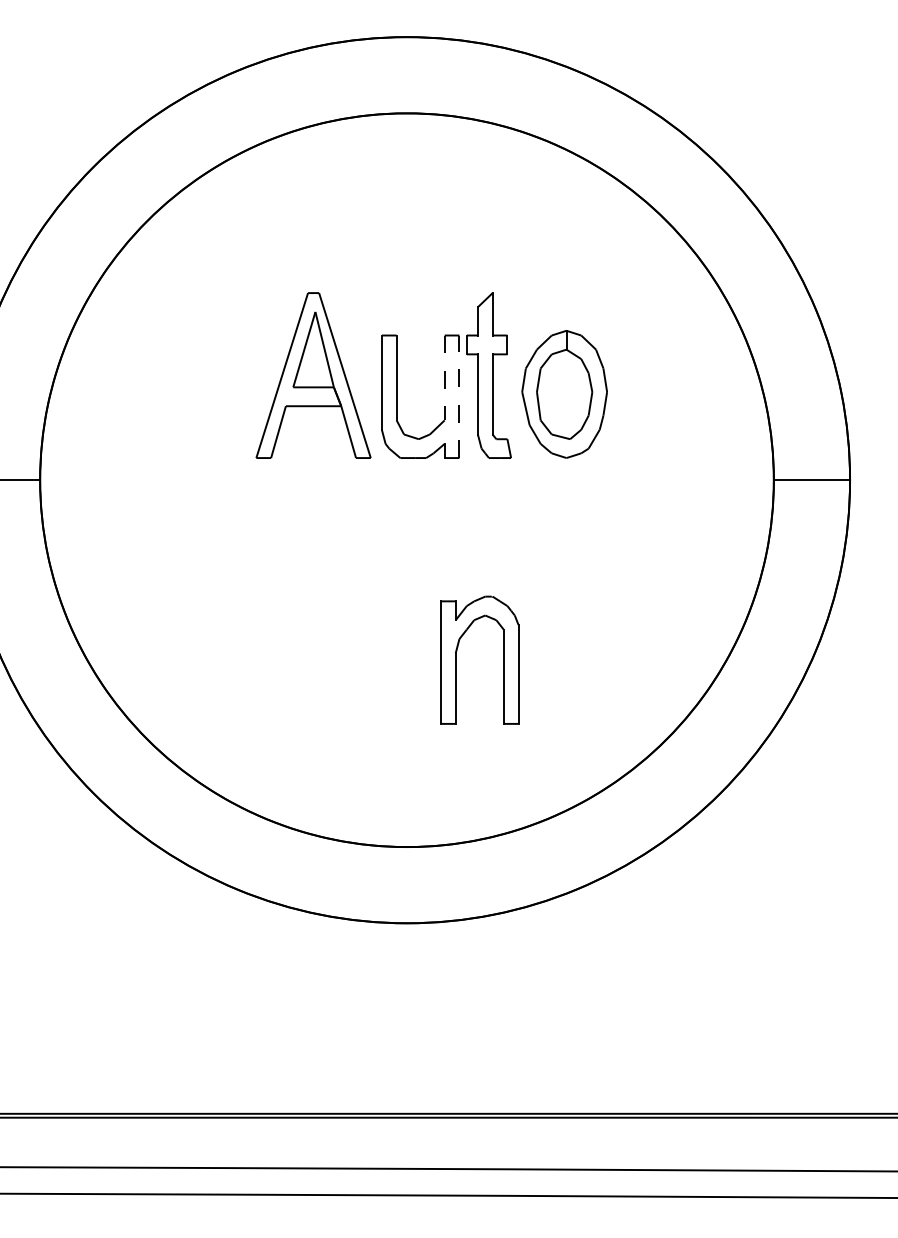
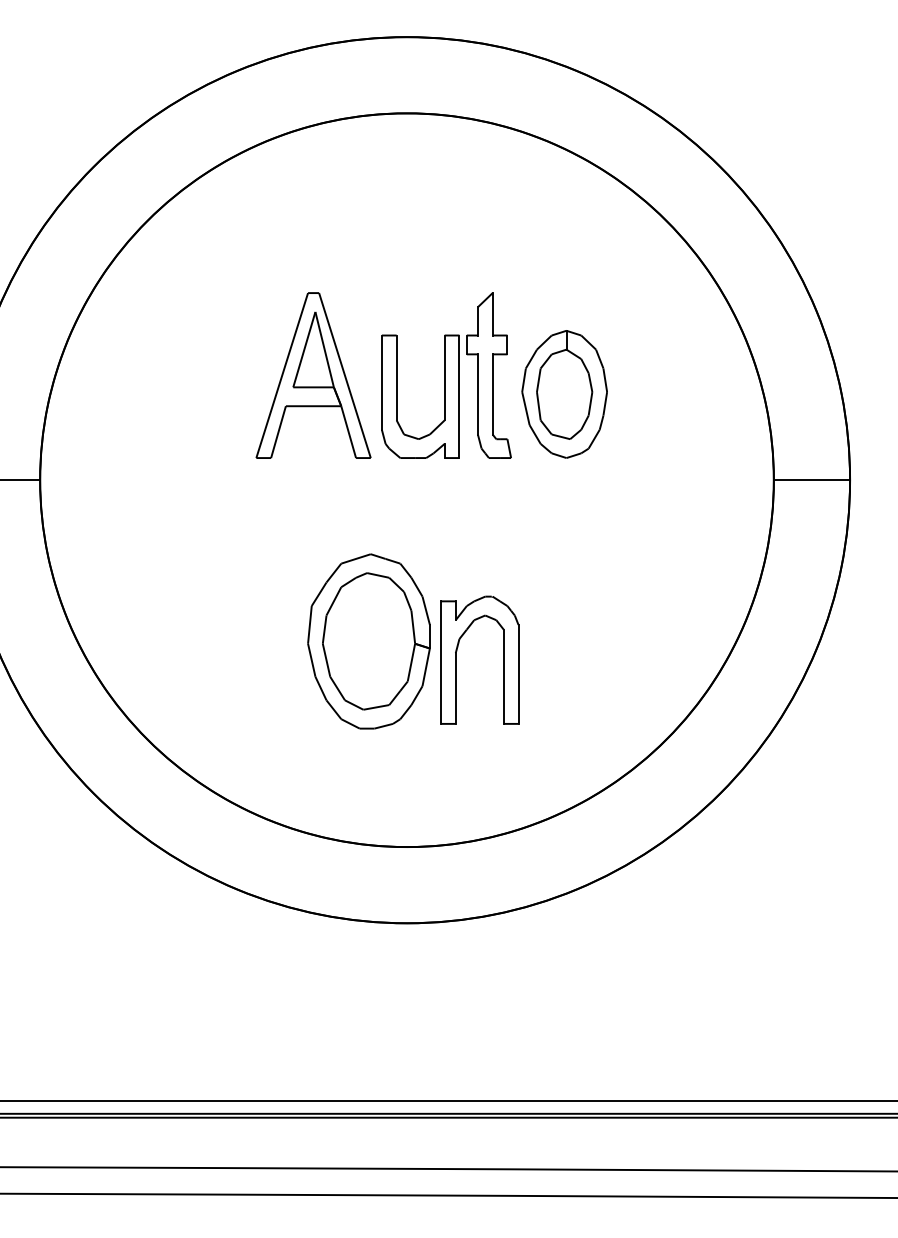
line at (444, 378): dashed -> solid
line at (459, 396): dashed -> solid
part at (368, 641): none -> present
line at (448, 1100): none -> present
